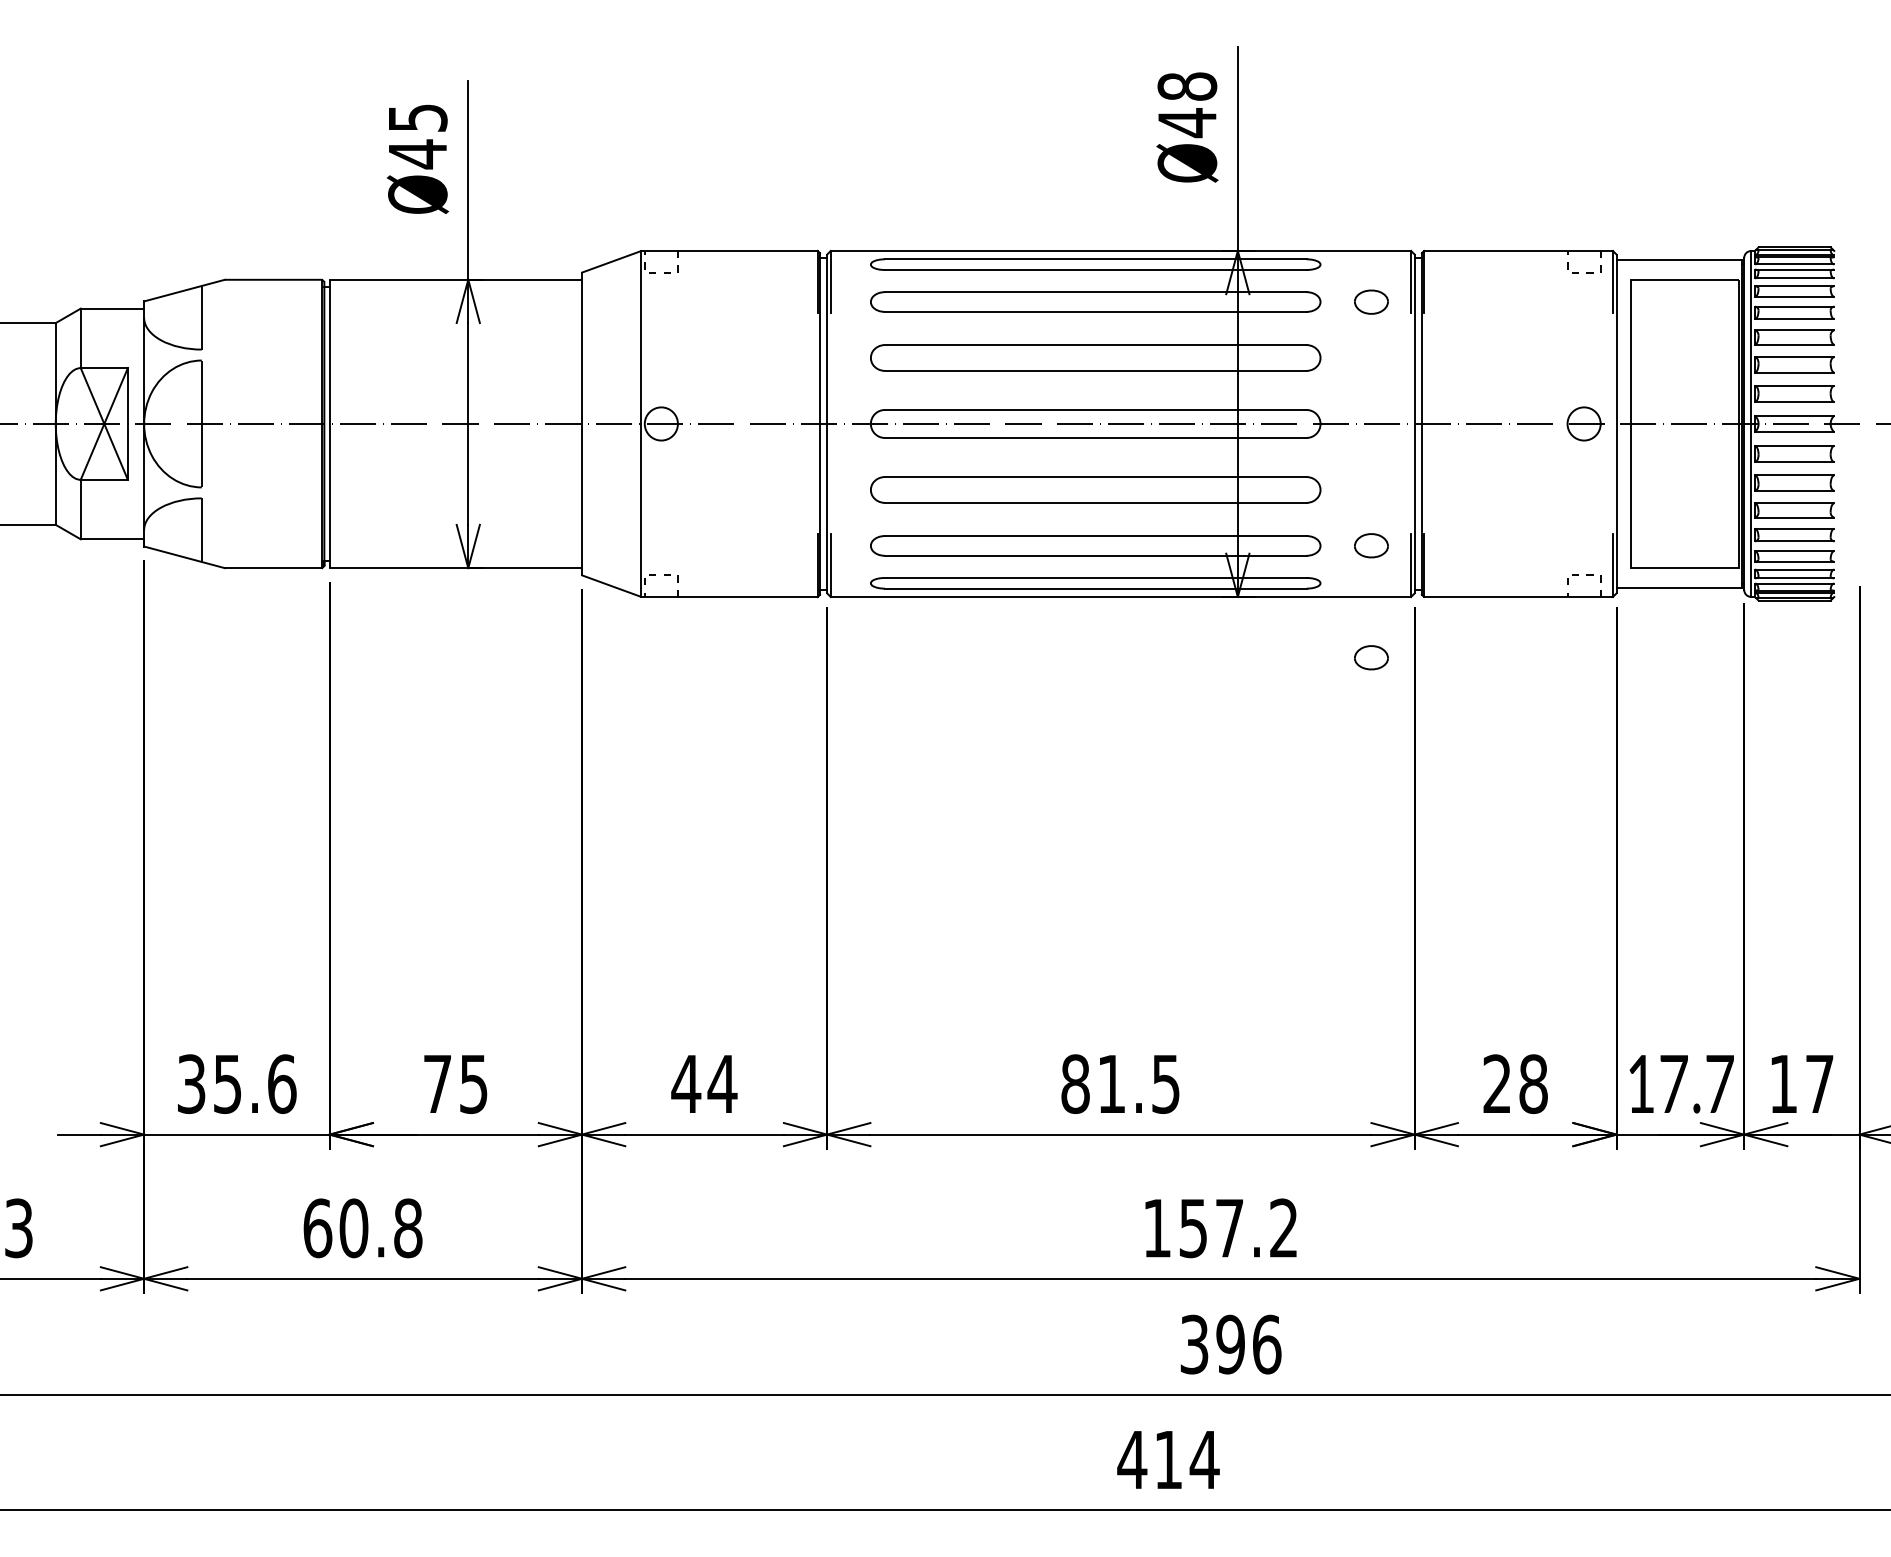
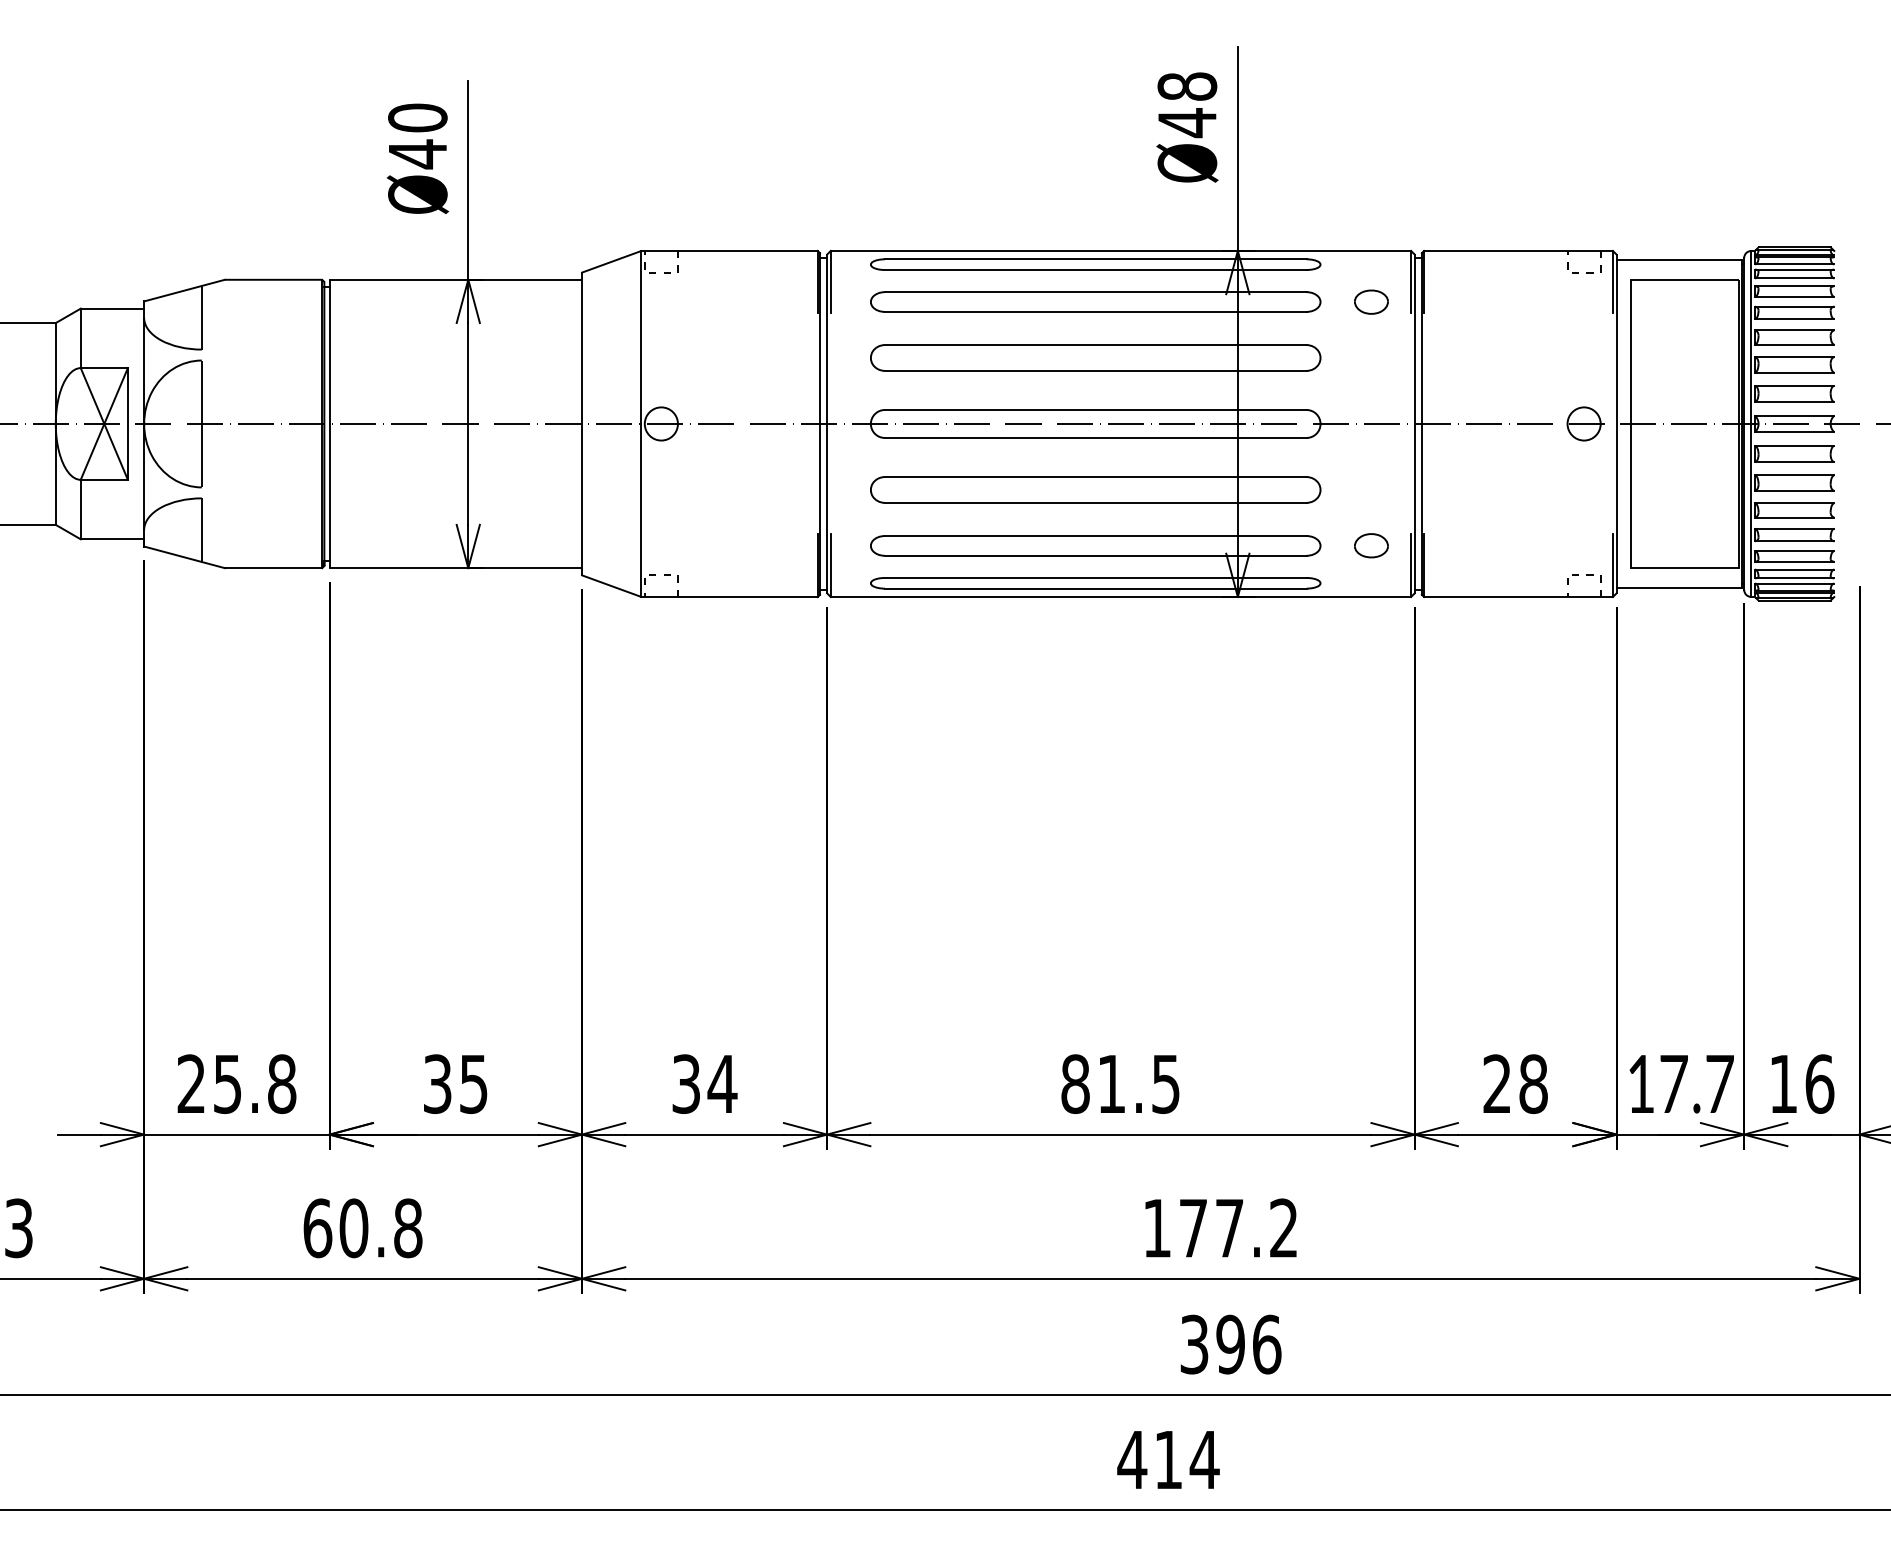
text at (417, 117): Ø45 -> Ø40
part at (1371, 657): present -> none
text at (236, 1083): 35.6 -> 25.8
text at (437, 1083): 75 -> 35
text at (686, 1083): 44 -> 34
text at (1819, 1083): 17 -> 16
text at (1193, 1228): 157.2 -> 177.2
